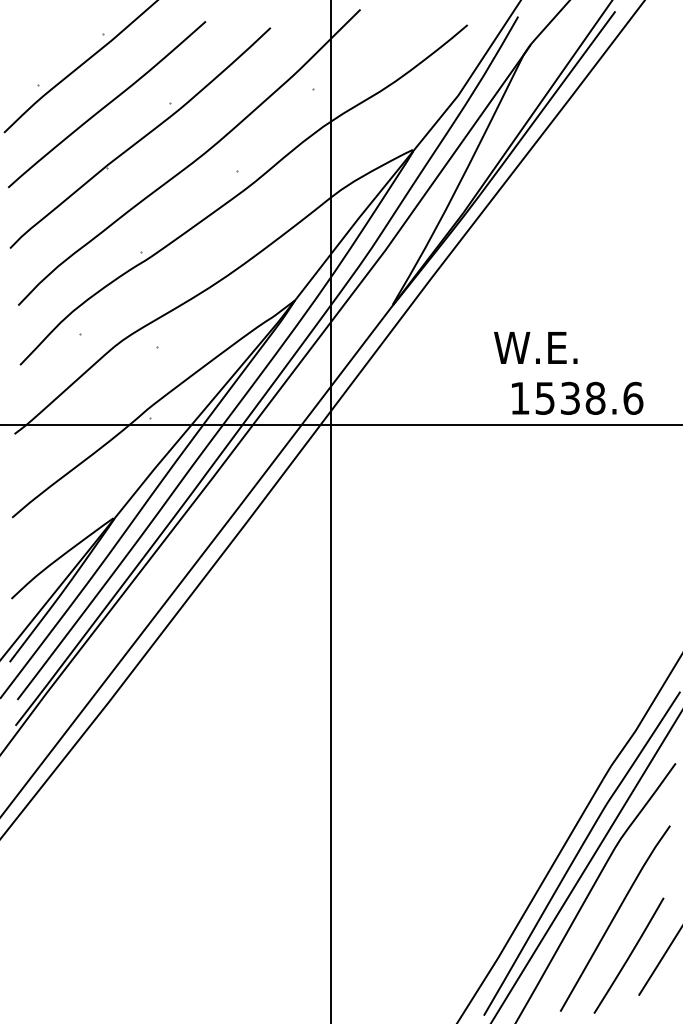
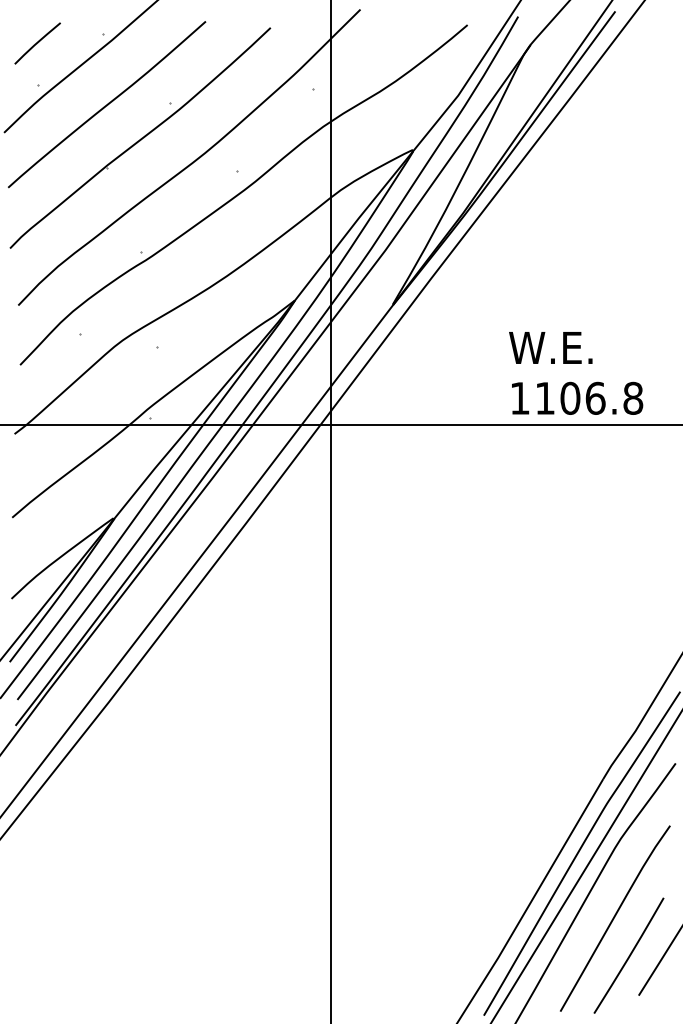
line at (37, 43): none -> present
text at (535, 347) position: (535, 347) -> (550, 347)
text at (589, 397): 1538.6 -> 1106.8
